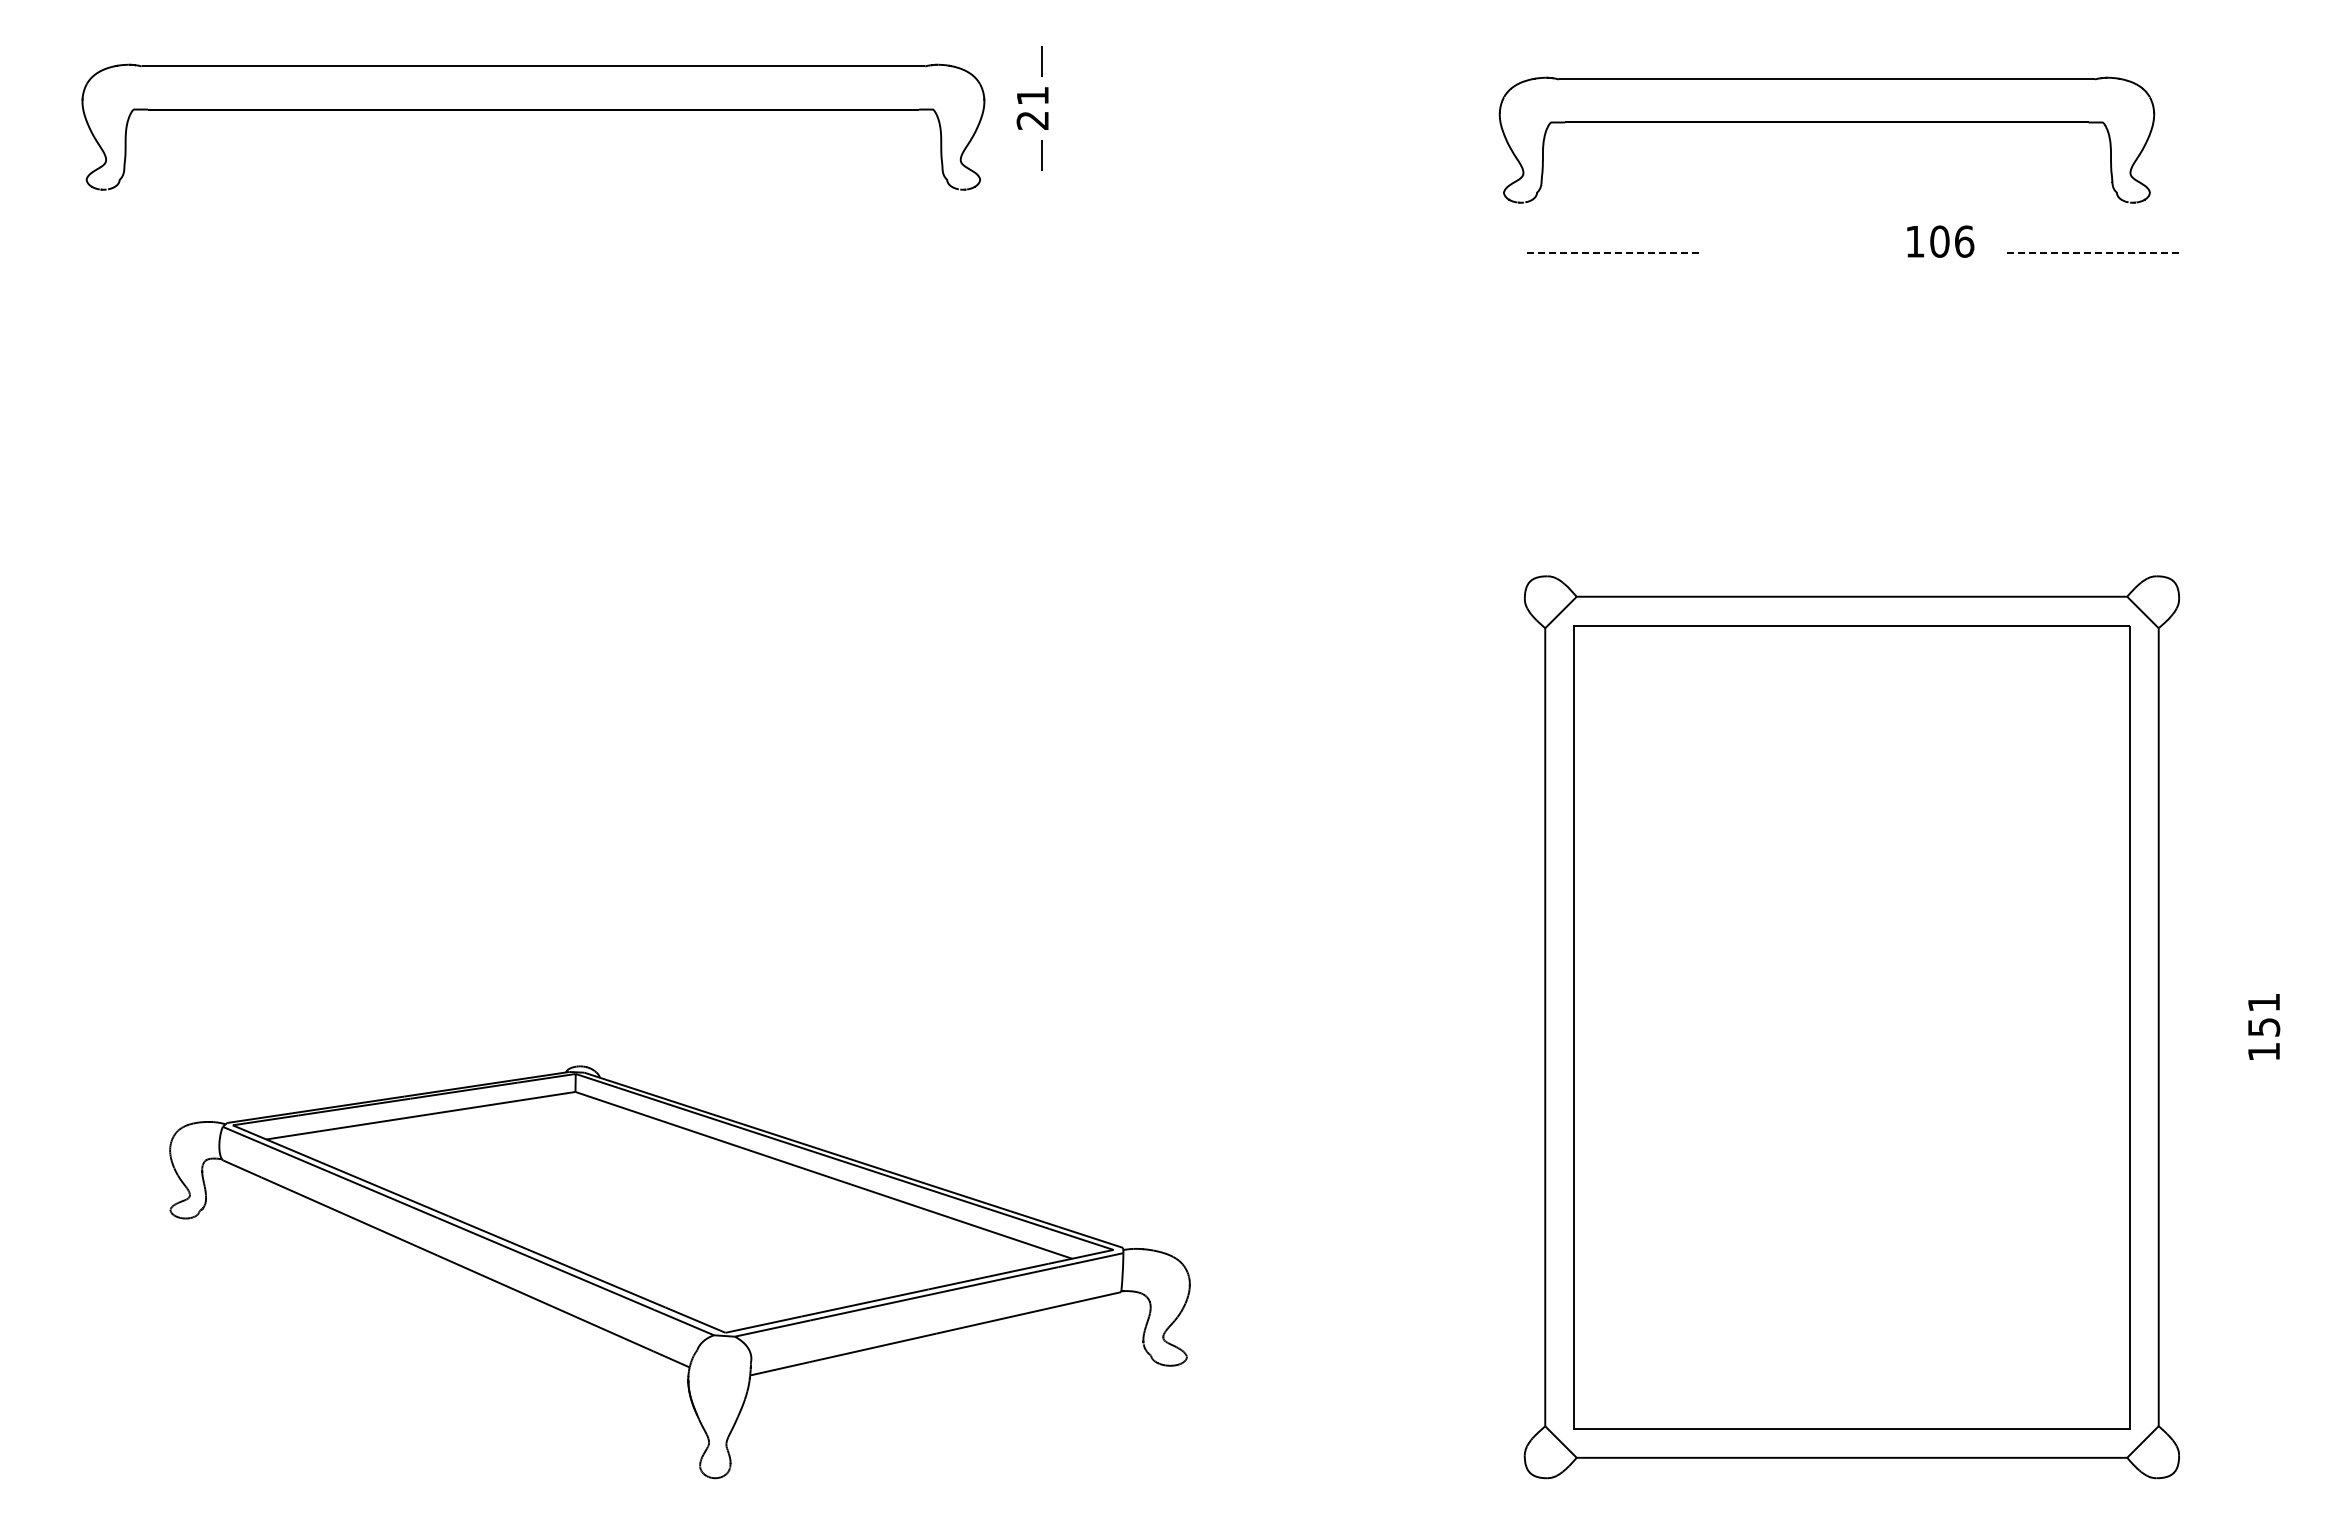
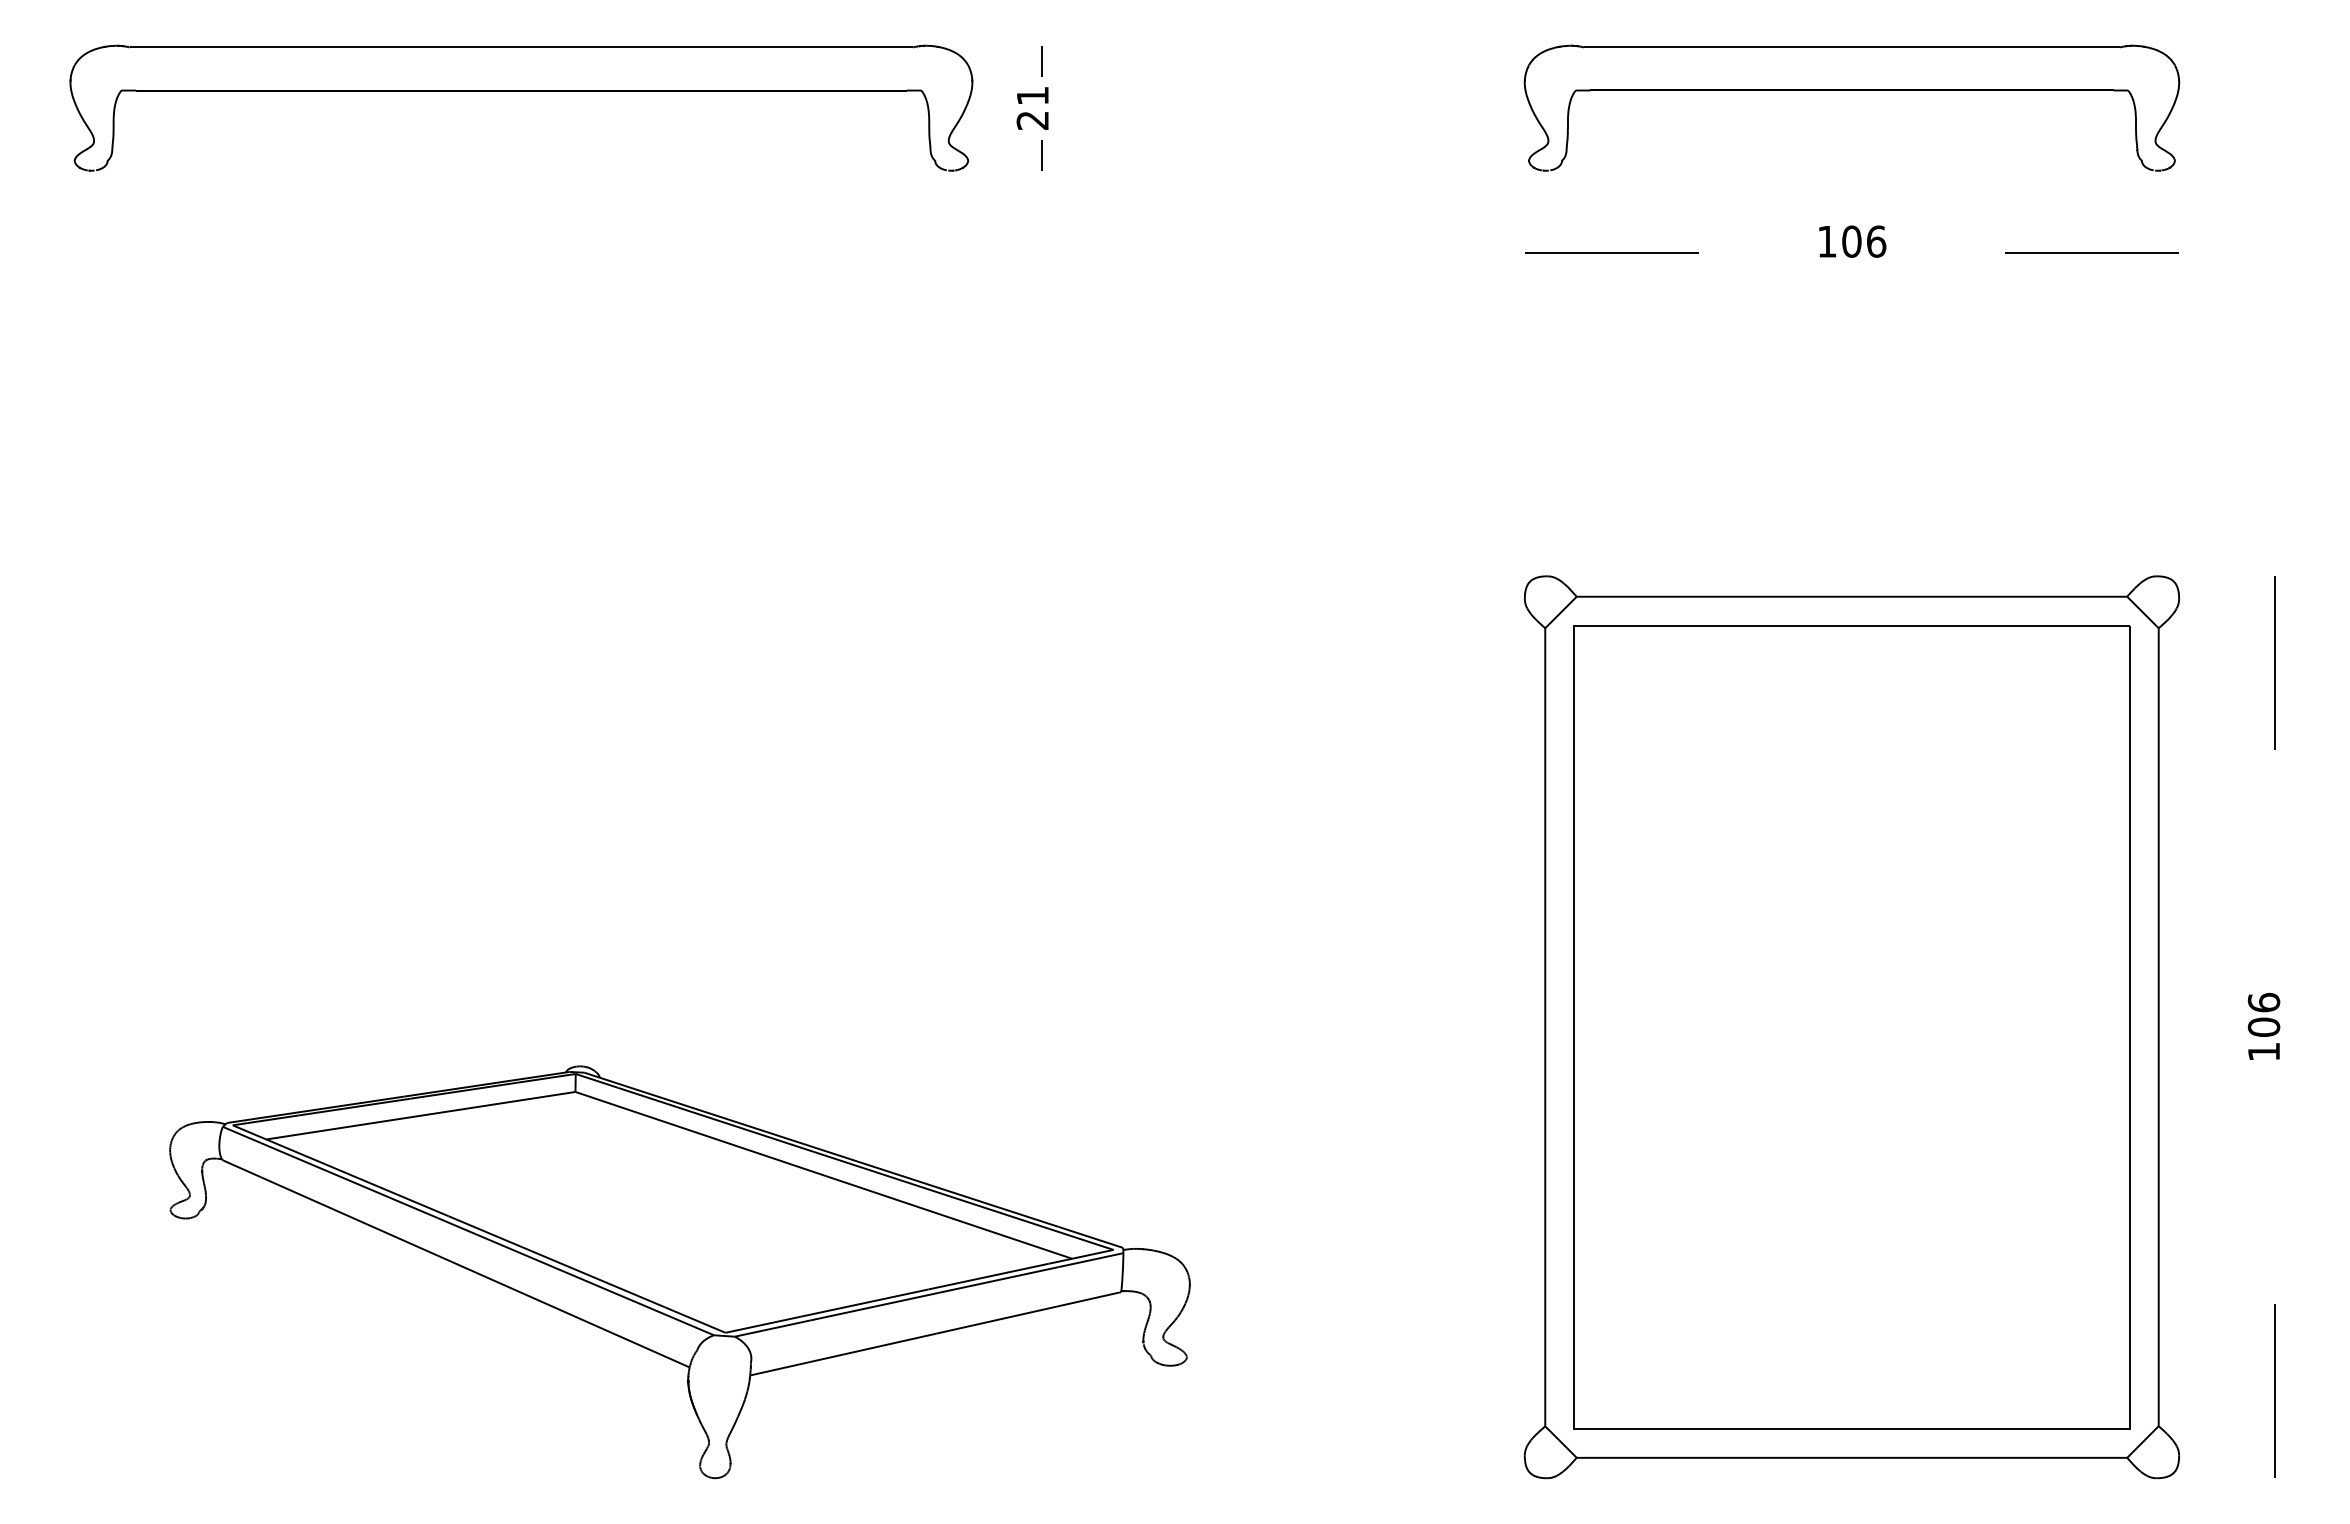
part at (533, 110) position: (533, 110) -> (521, 91)
part at (1826, 122) position: (1826, 122) -> (1851, 90)
text at (1940, 241) position: (1940, 241) -> (1852, 241)
line at (1611, 252): dashed -> solid
line at (2092, 252): dashed -> solid
line at (2274, 662): none -> present
text at (2263, 1014): 151 -> 106
line at (2274, 1390): none -> present
